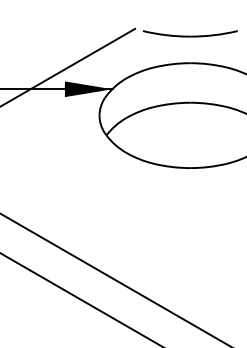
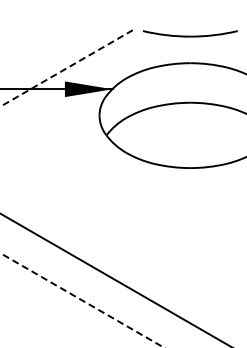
line at (67, 67): solid -> dashed
line at (82, 300): solid -> dashed
